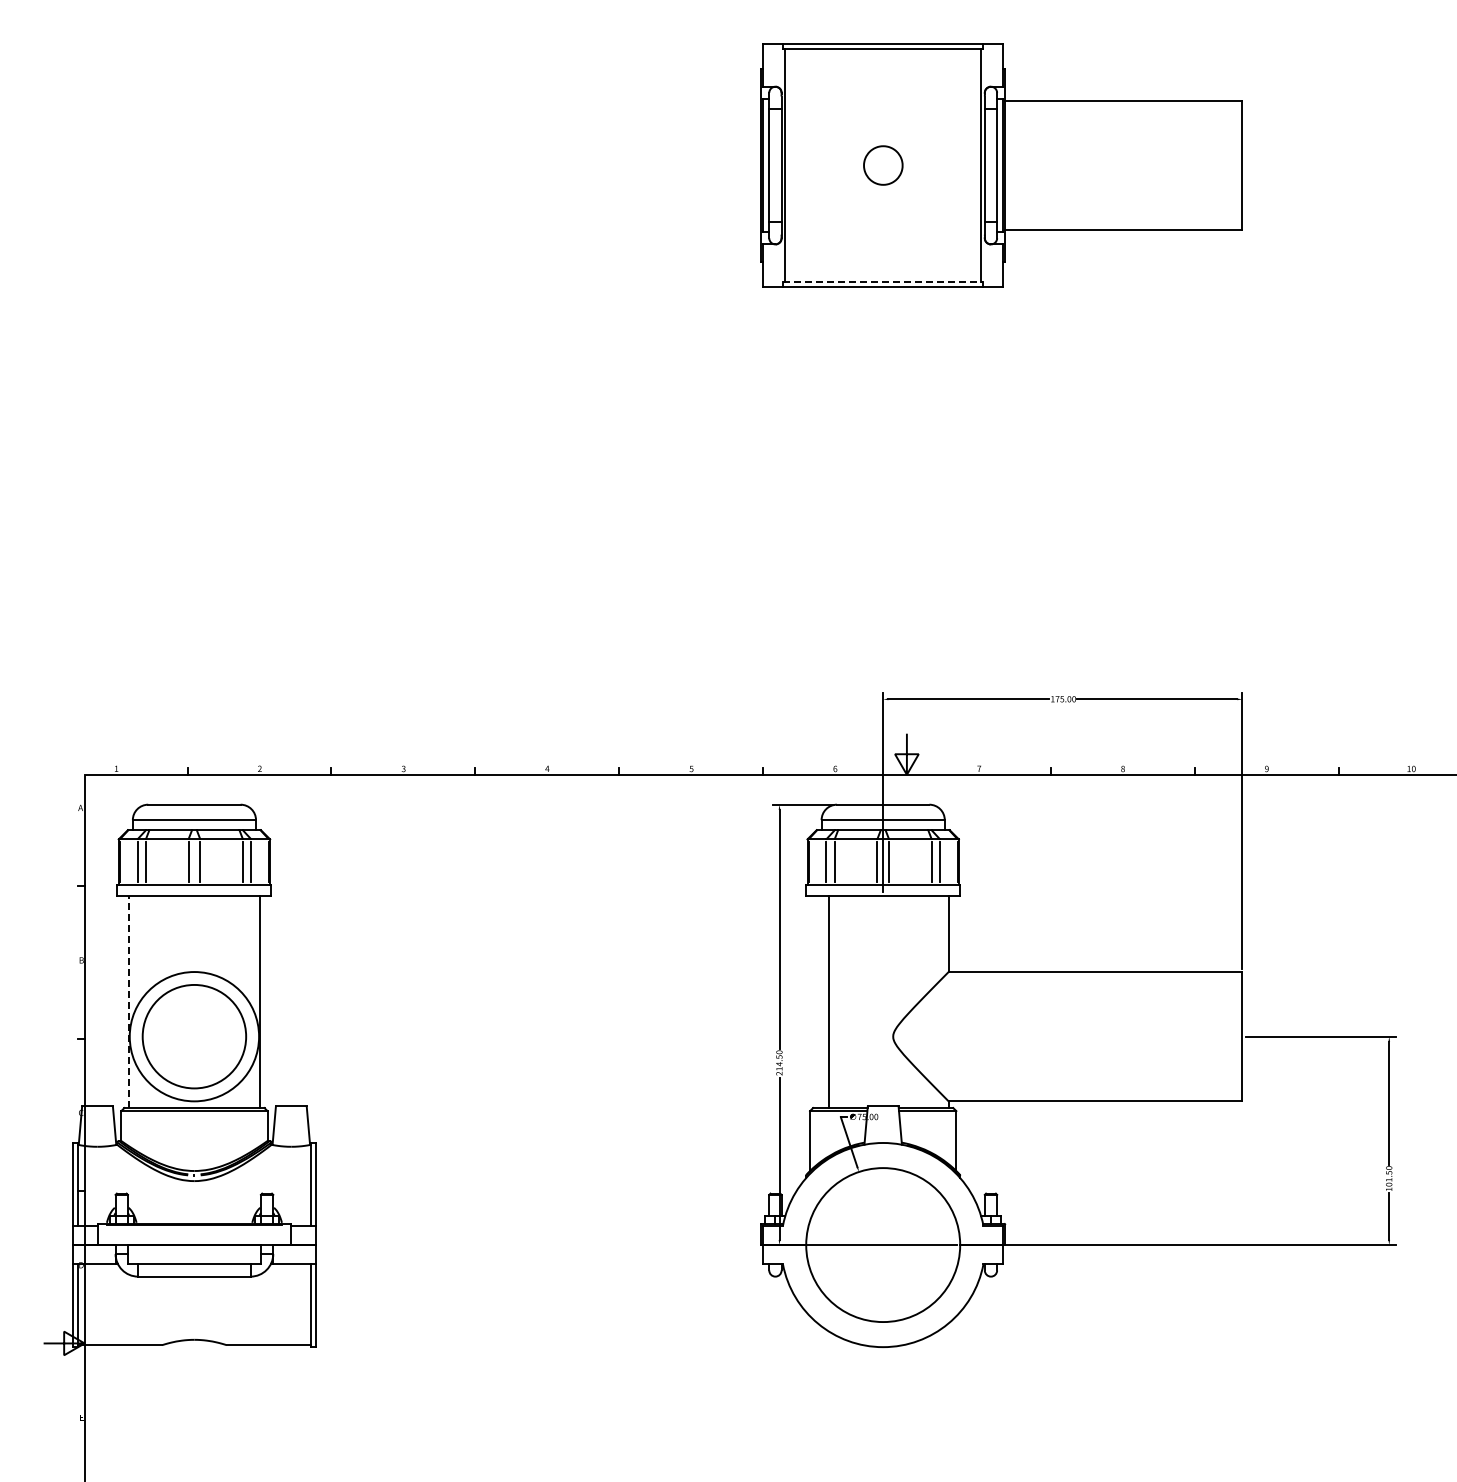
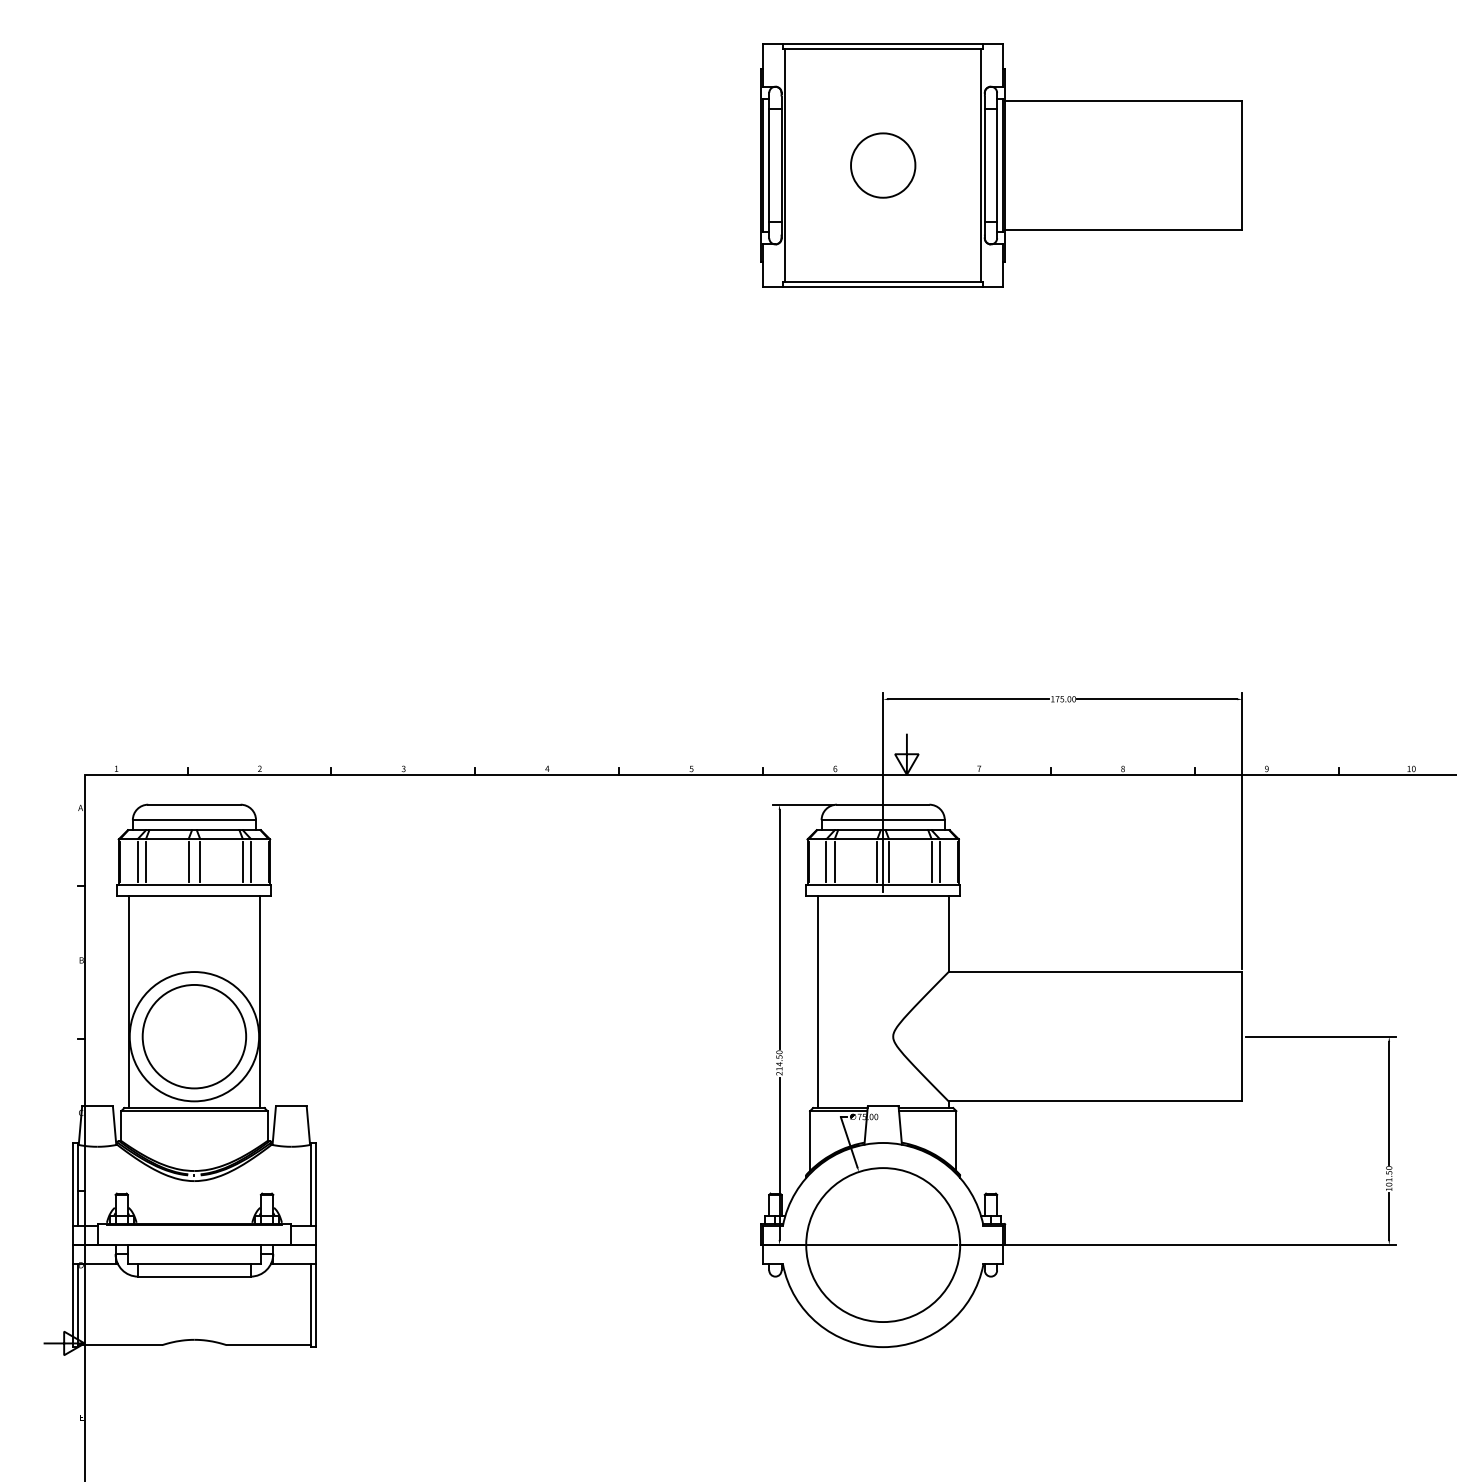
part at (883, 165) size: 41x41 px -> 67x67 px
line at (883, 281): dashed -> solid
line at (129, 1001): dashed -> solid
line at (828, 1001) position: (828, 1001) -> (817, 1001)
